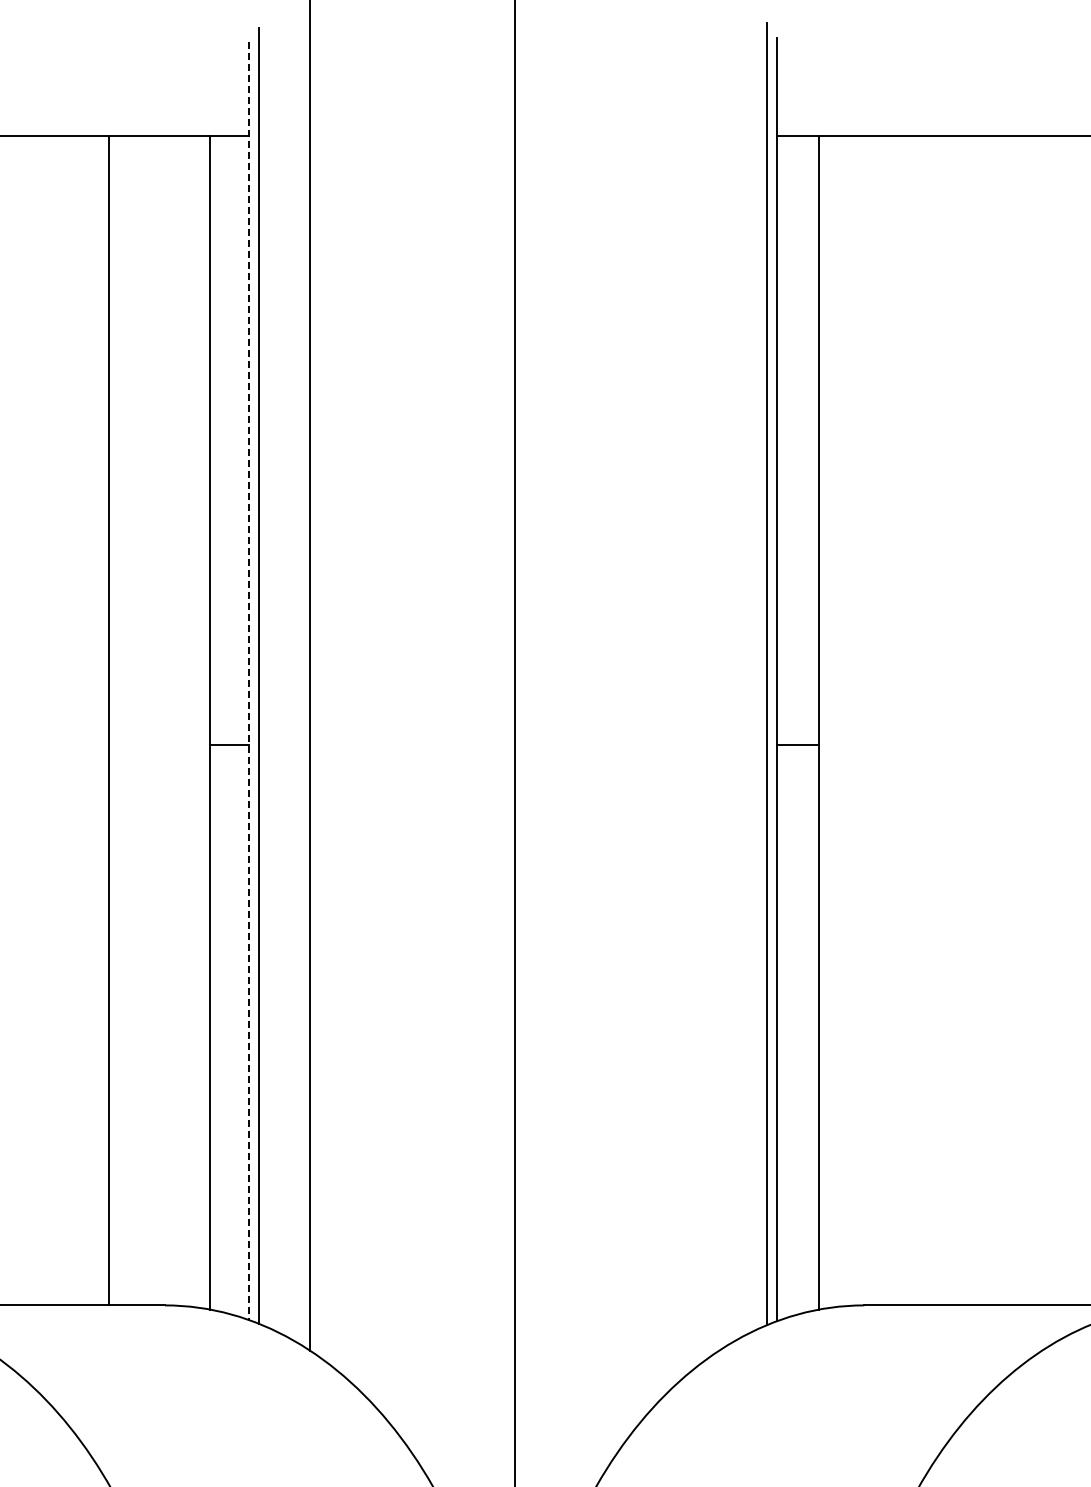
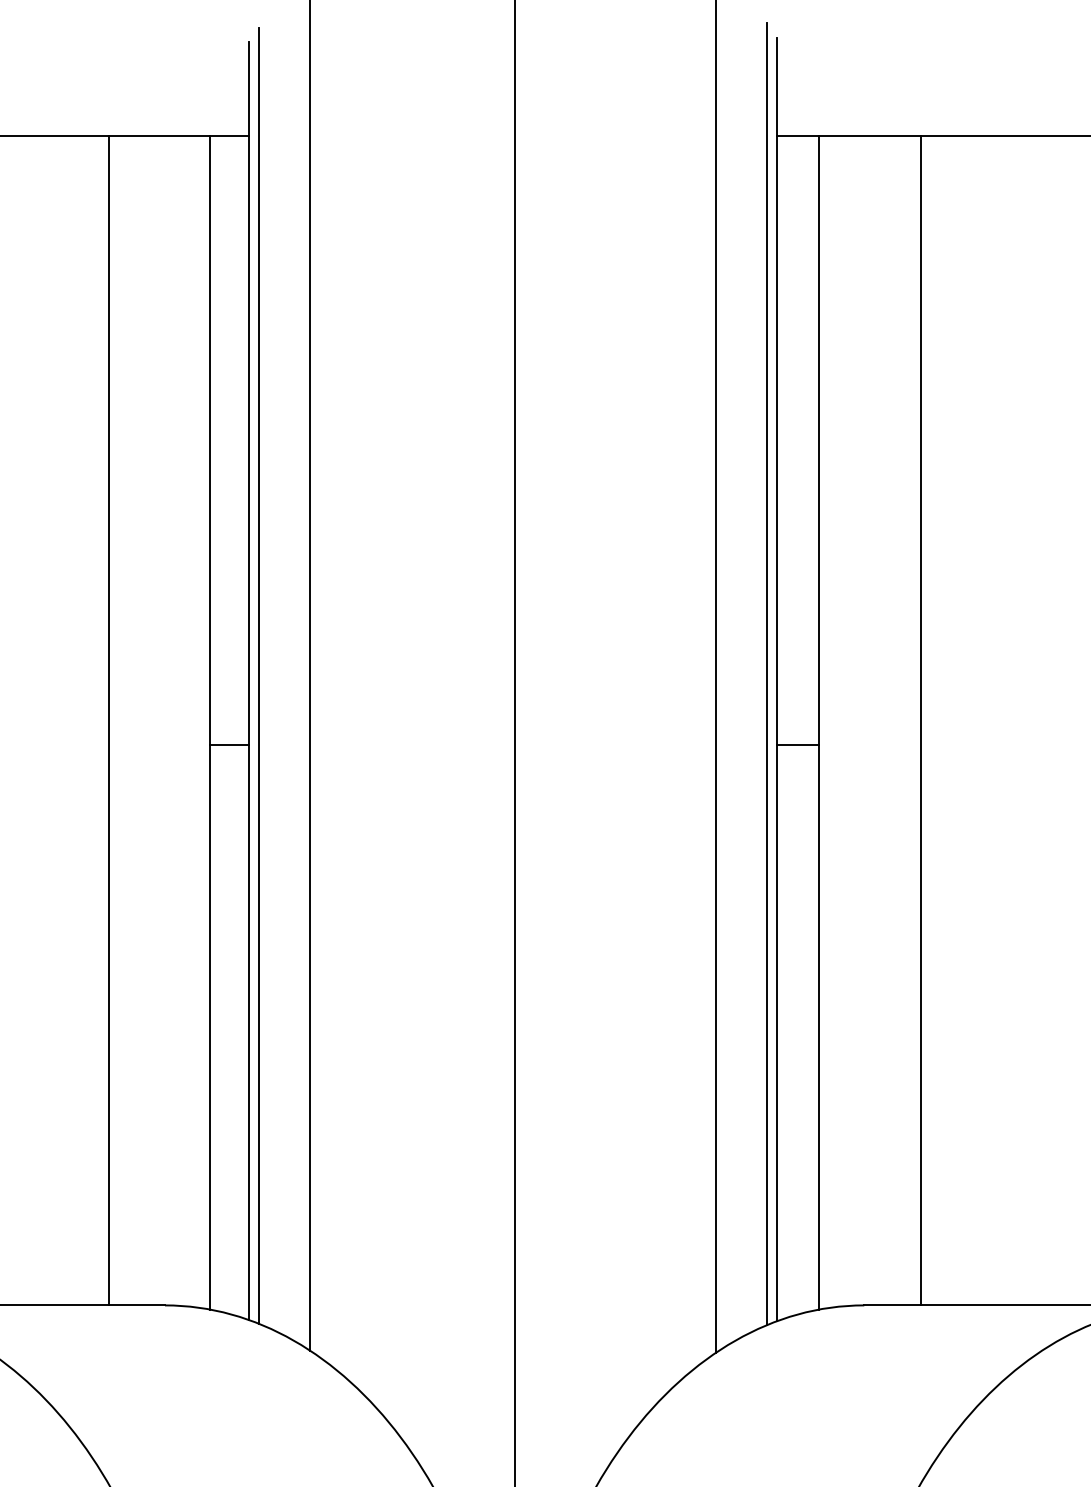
line at (716, 677): none -> present
line at (249, 681): dashed -> solid
line at (920, 720): none -> present
